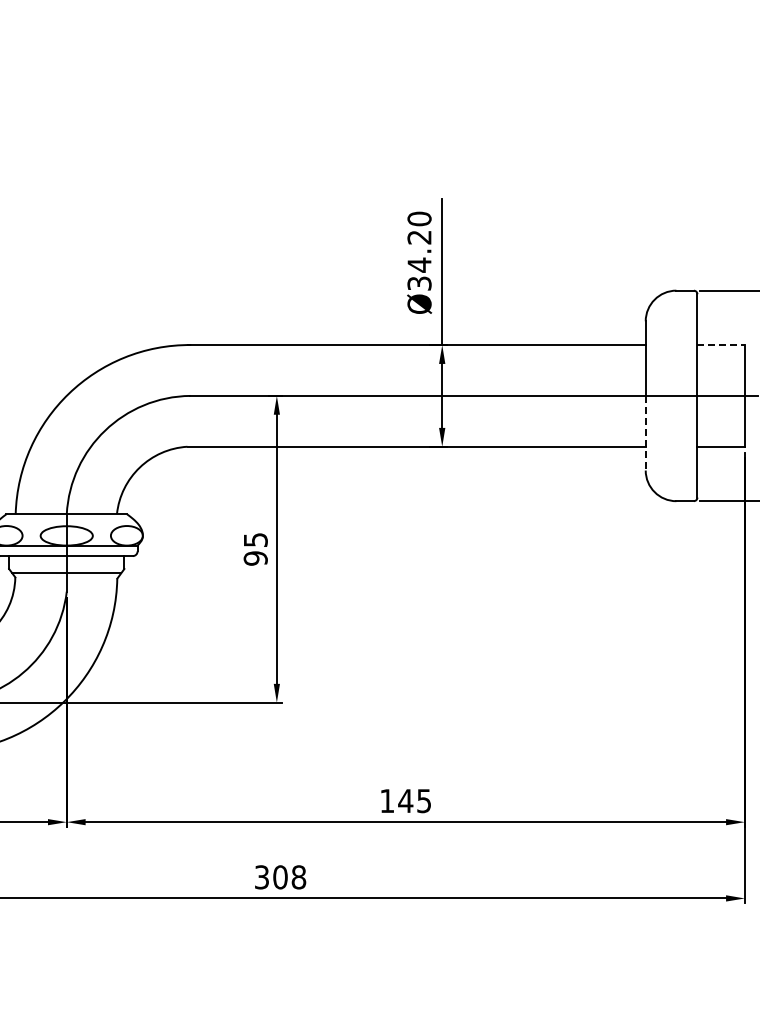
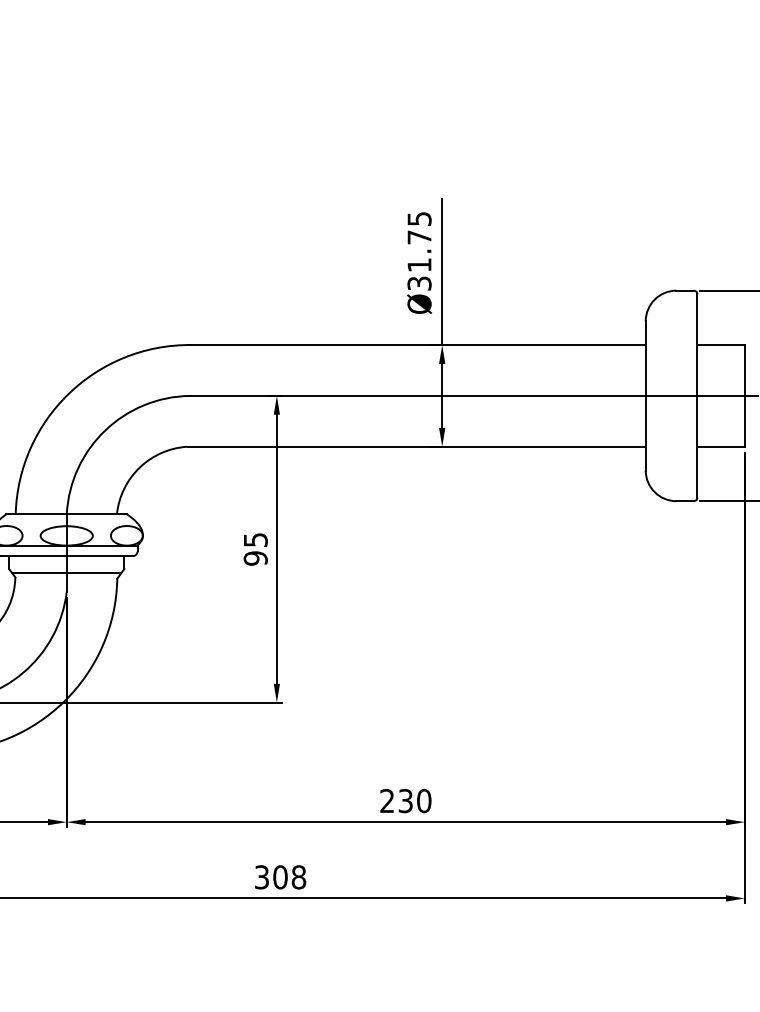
text at (419, 241): Ø34.20 -> Ø31.75
line at (721, 345): dashed -> solid
line at (645, 433): dashed -> solid
text at (405, 801): 145 -> 230
